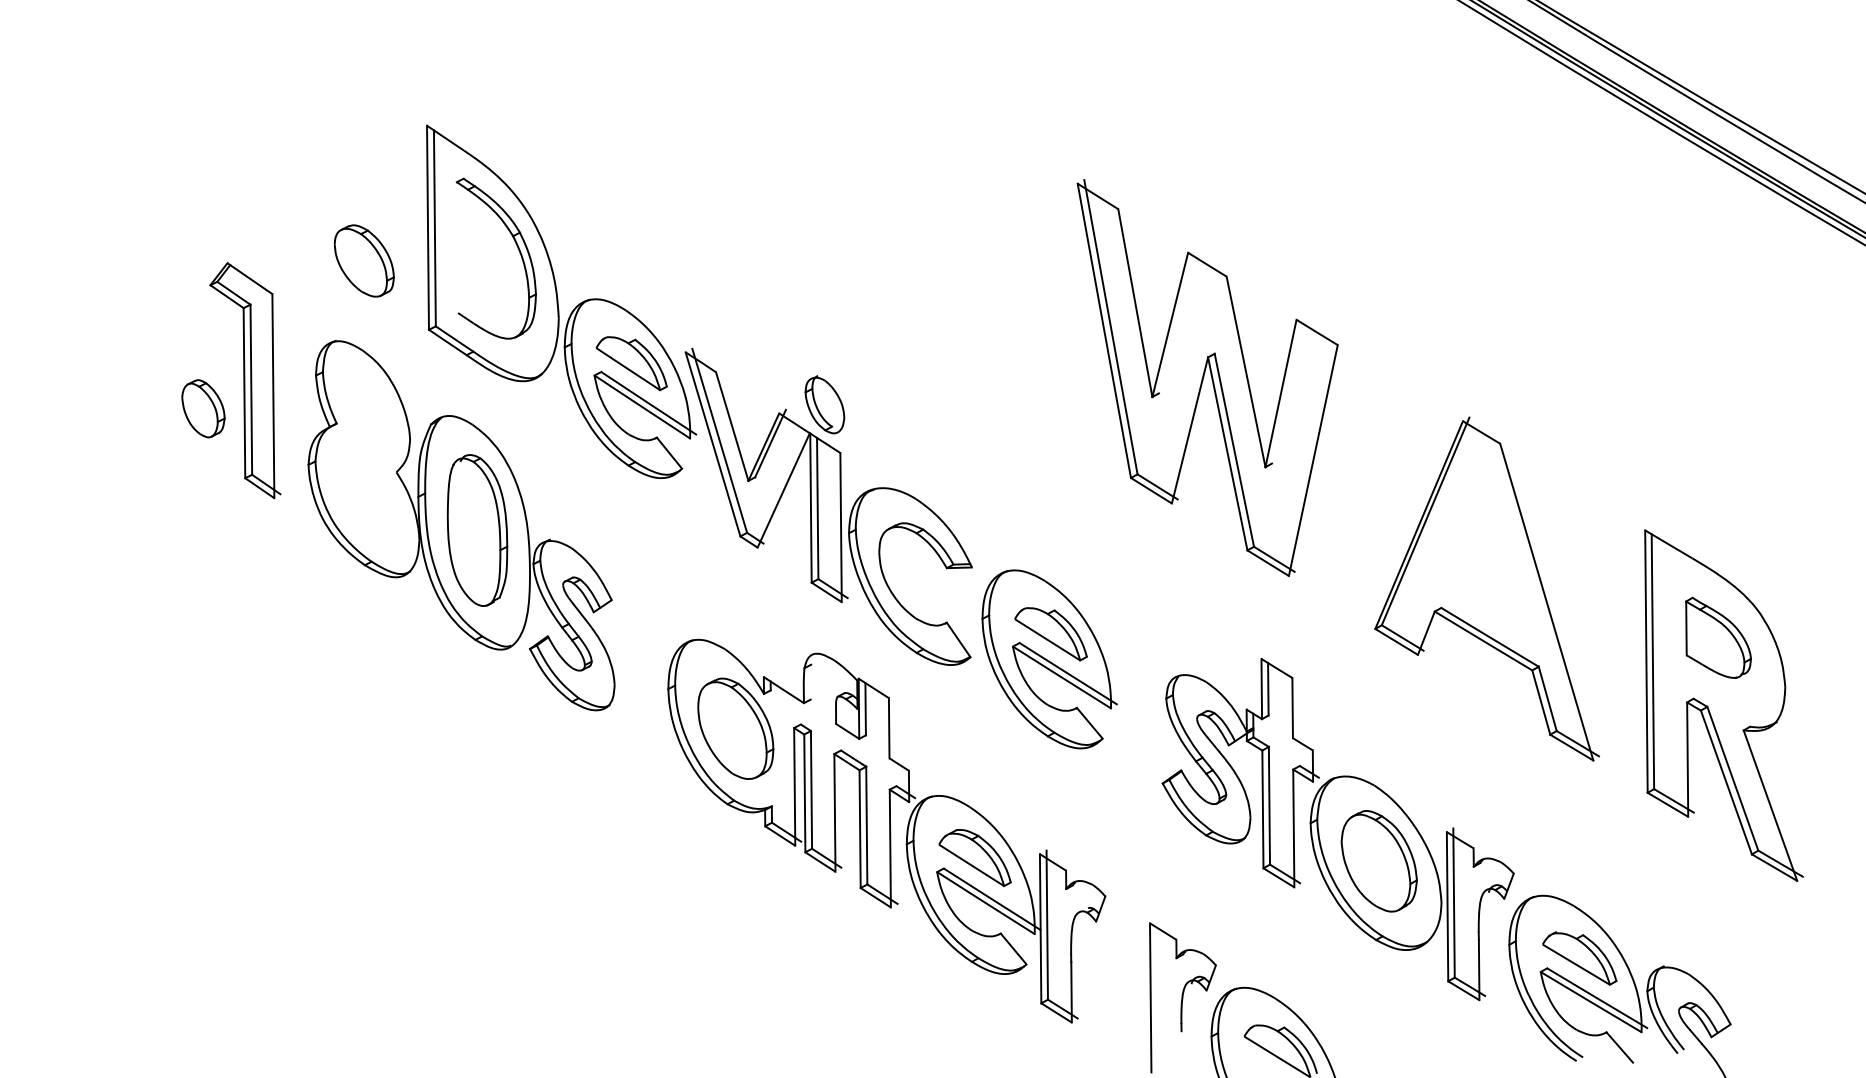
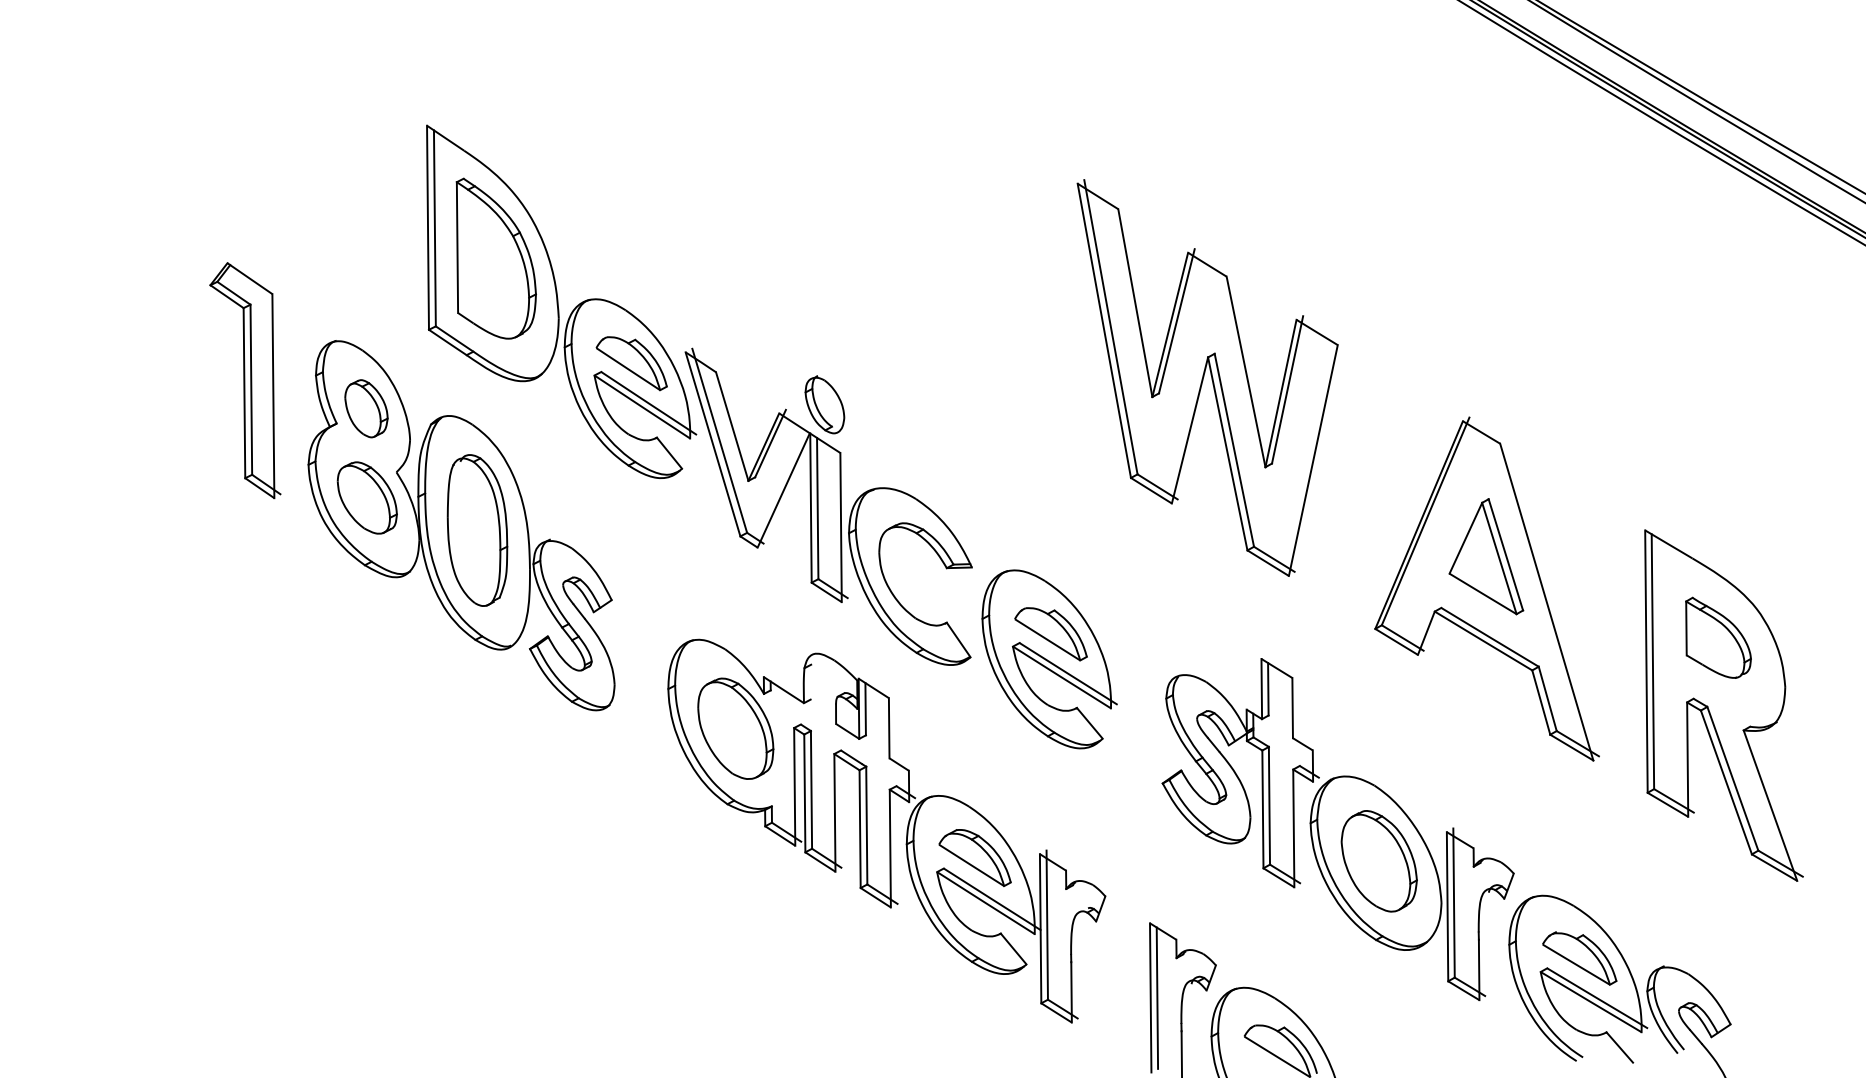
line at (457, 247): none -> present
part at (363, 260) position: (363, 260) -> (366, 497)
line at (1176, 321): none -> present
line at (1287, 389): none -> present
part at (203, 408) position: (203, 408) -> (366, 408)
part at (1486, 556): none -> present
line at (1157, 997): none -> present
line at (1181, 1052): none -> present
